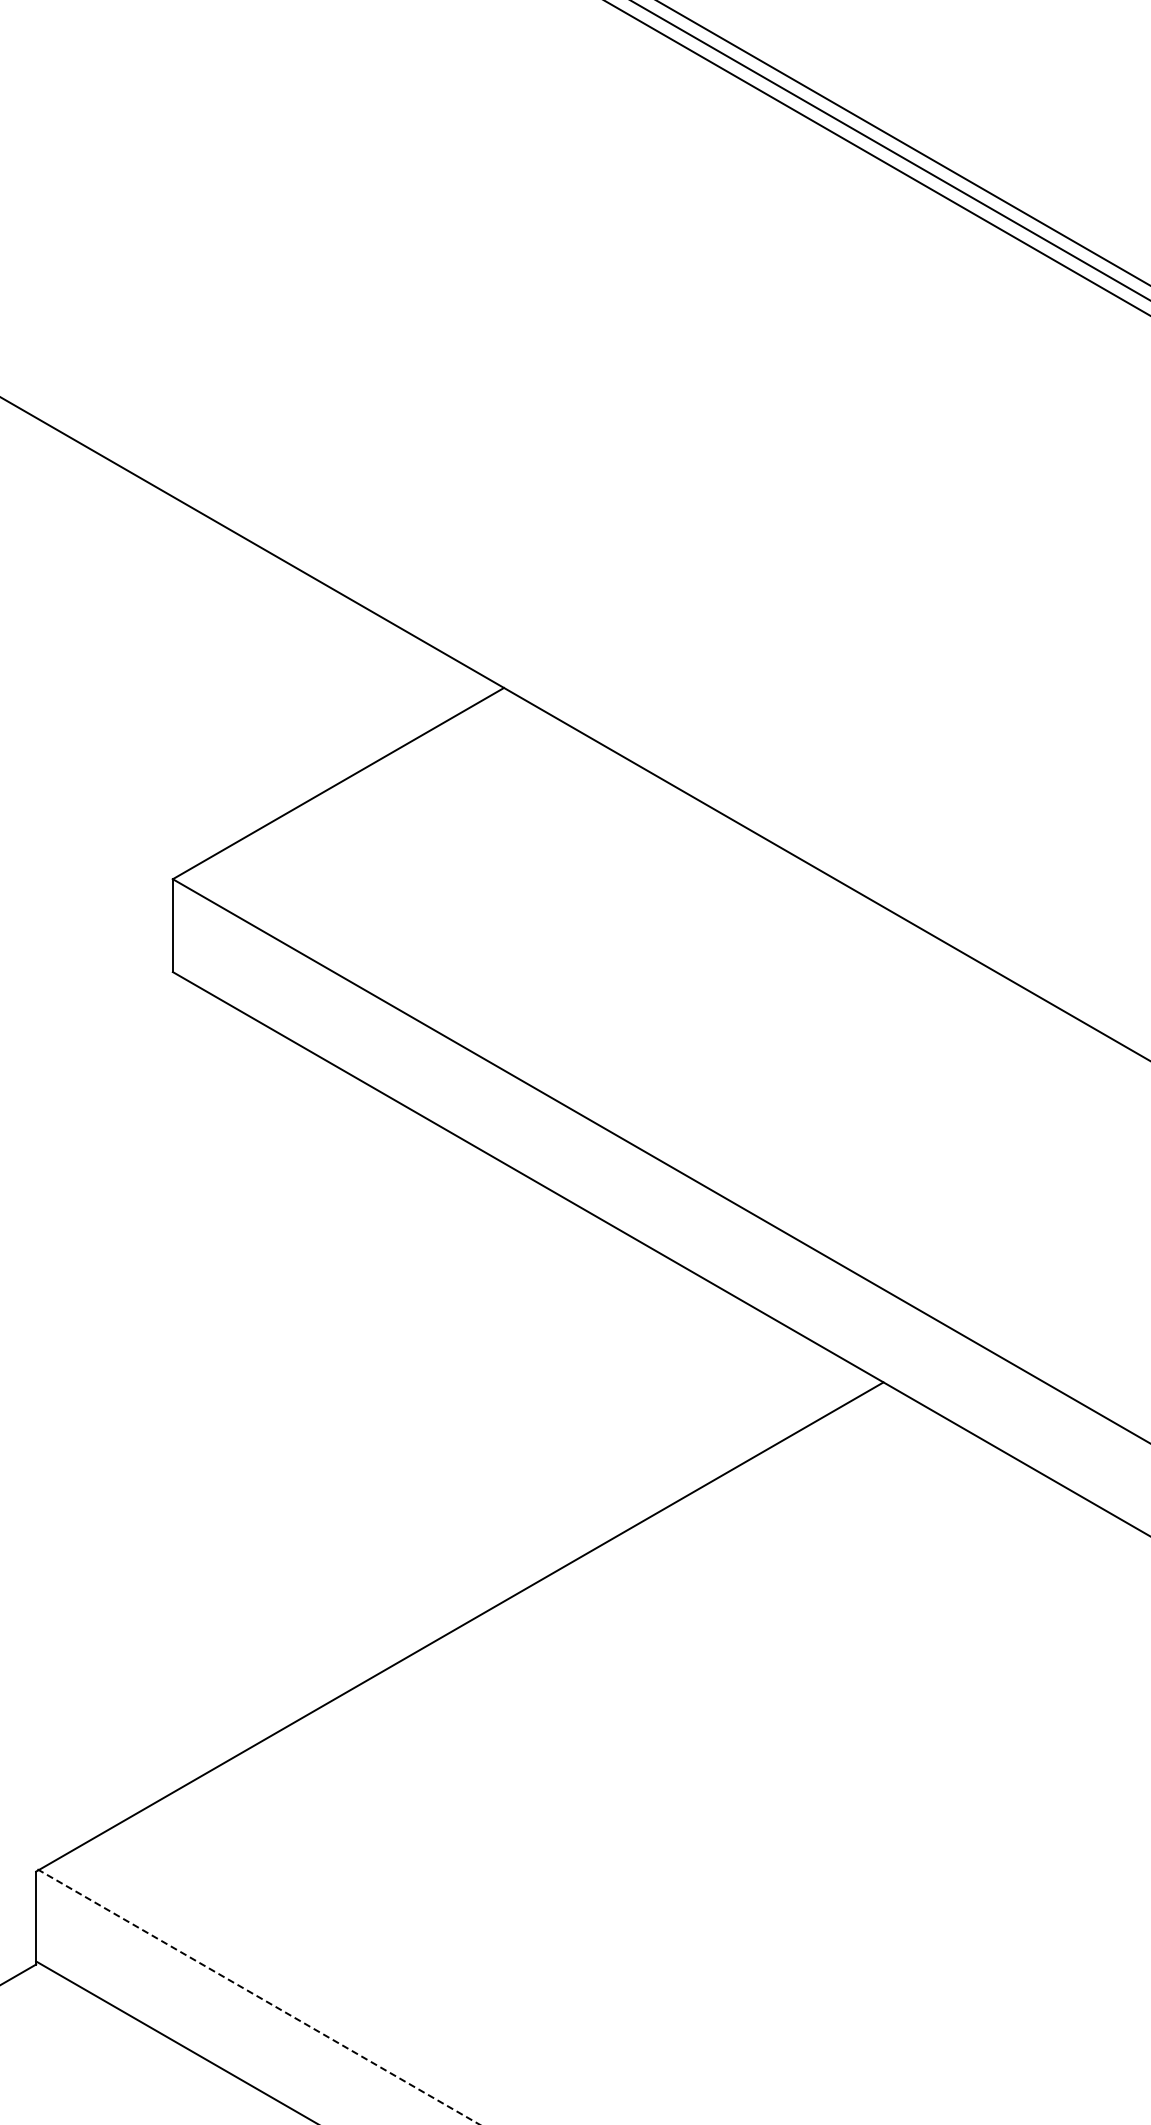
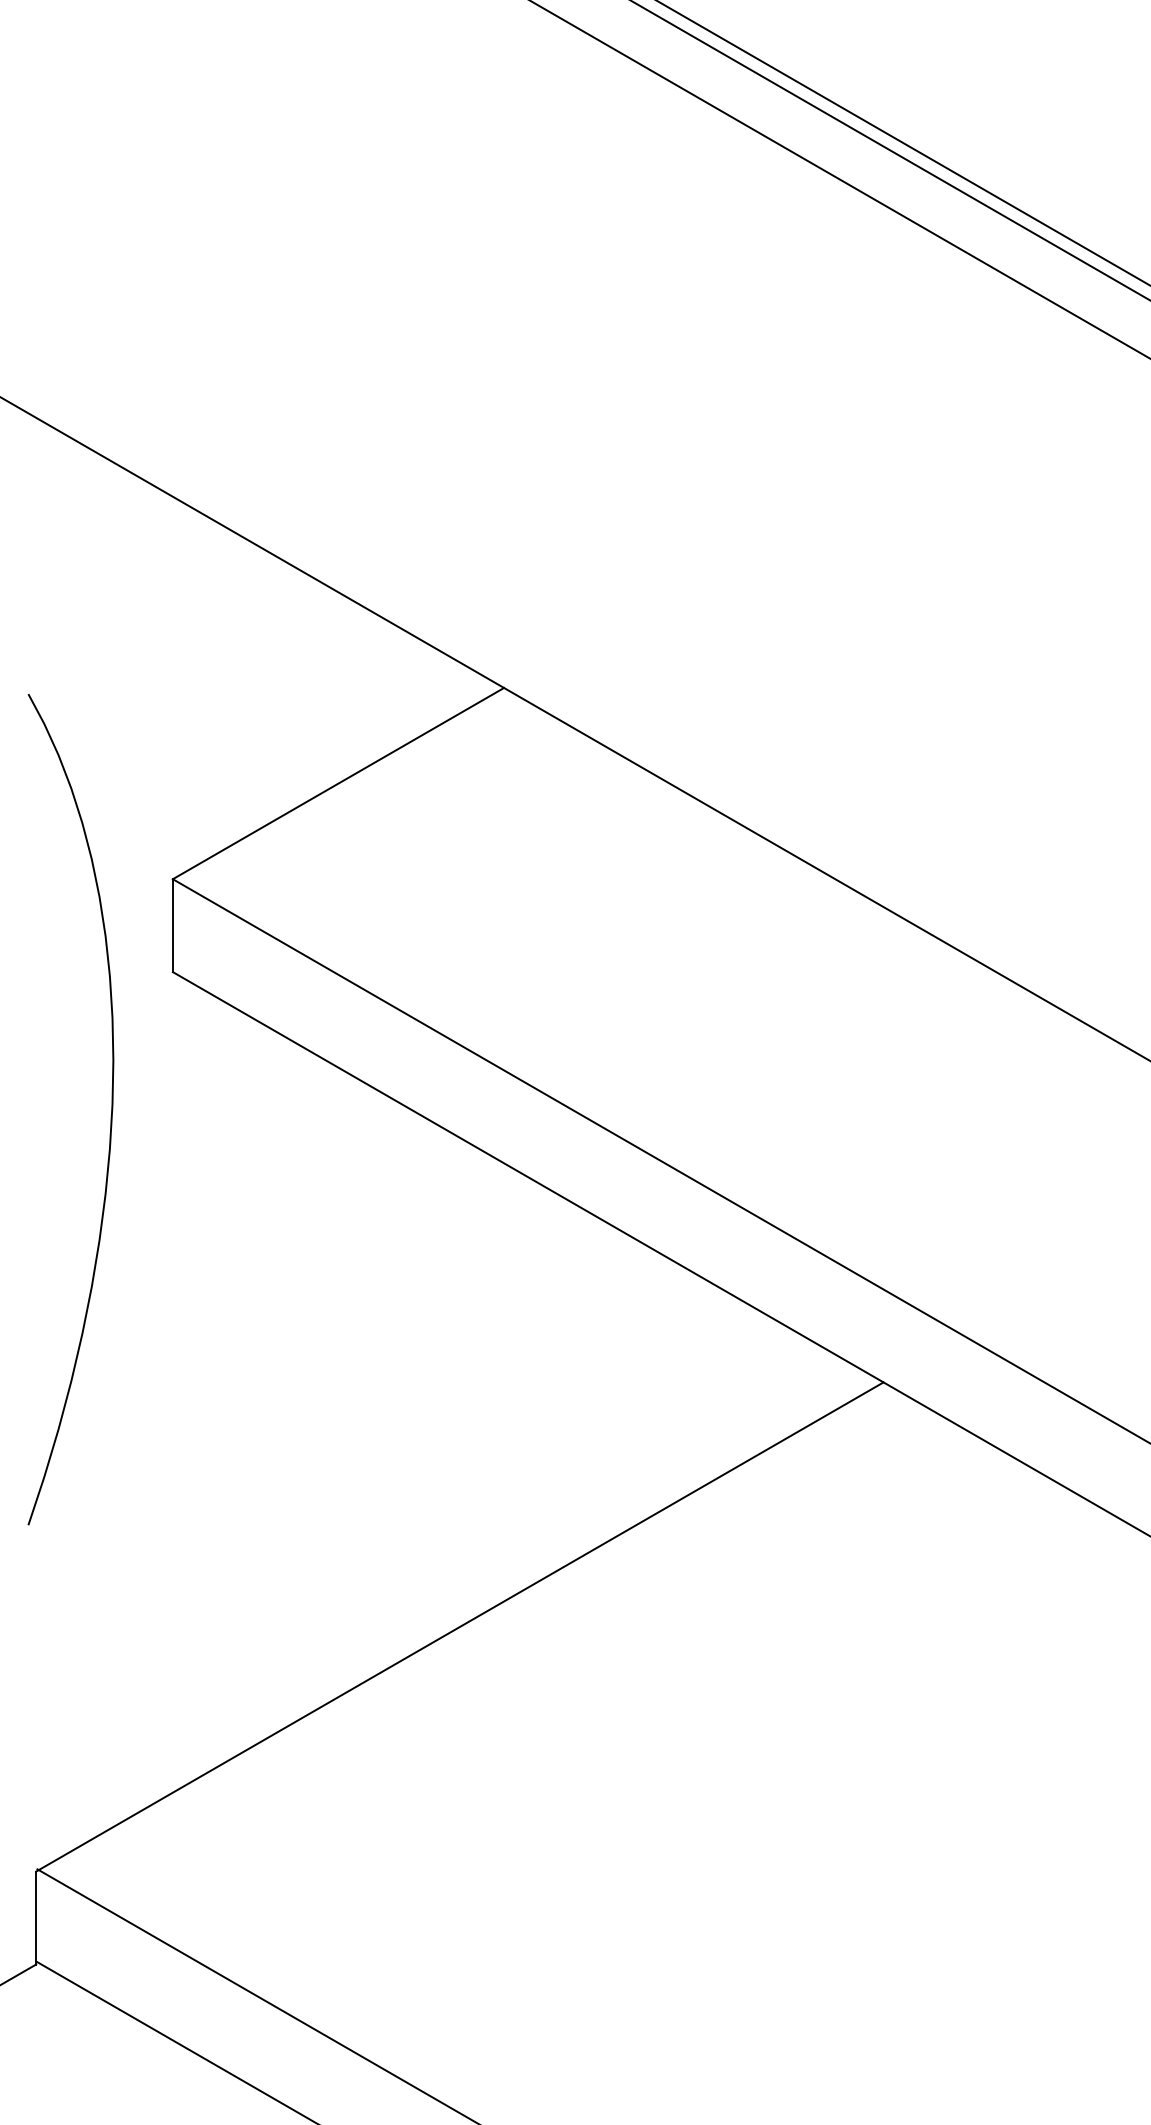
line at (876, 158) position: (876, 158) -> (839, 179)
curve at (110, 1116): none -> present
line at (259, 1997): dashed -> solid
